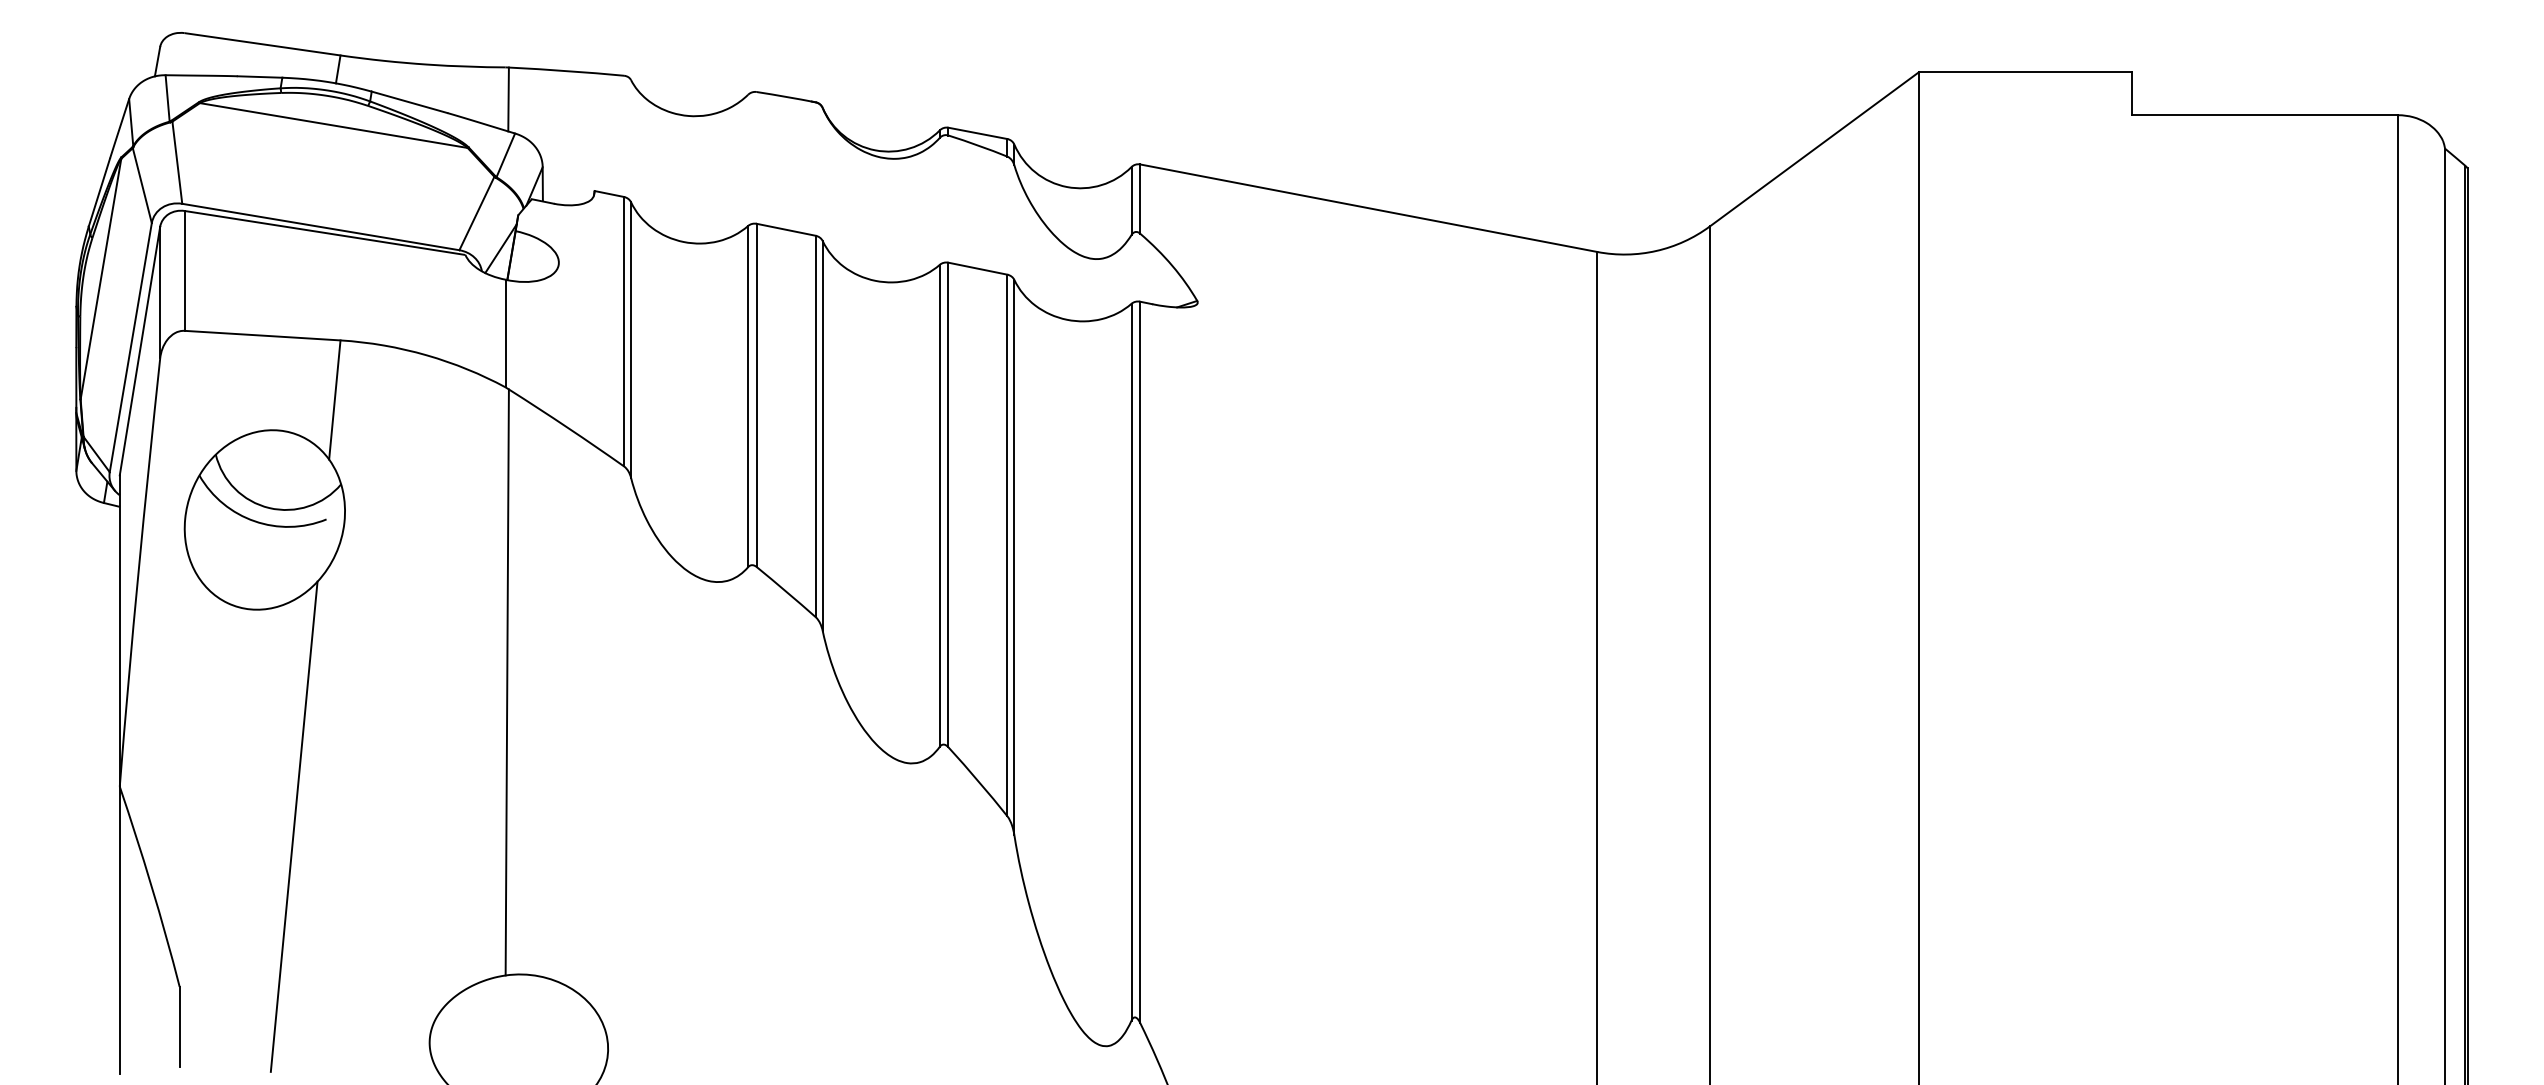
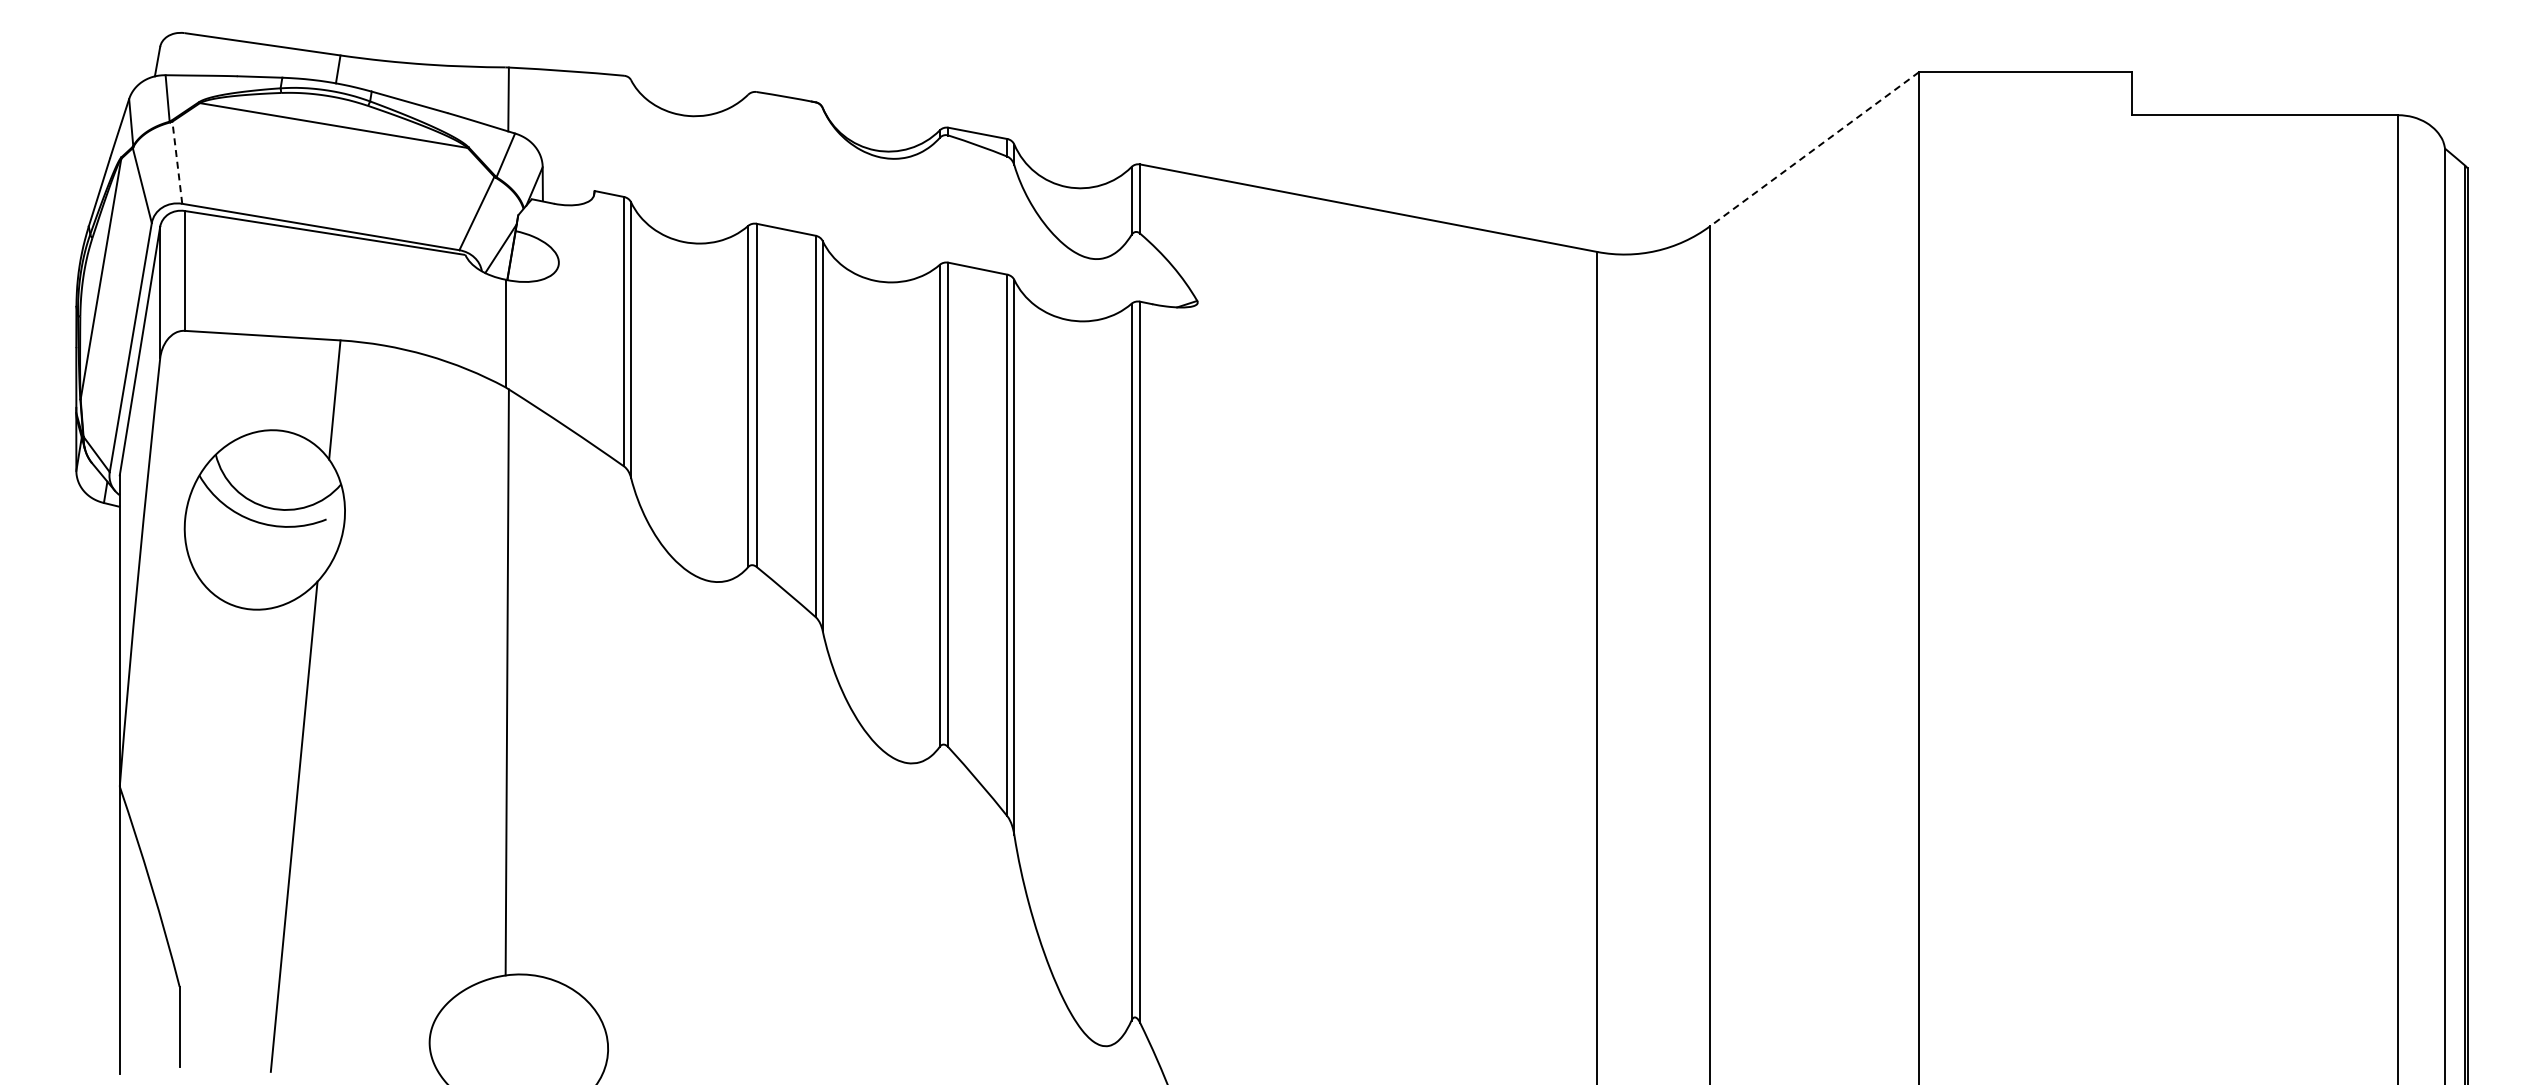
line at (1814, 149): solid -> dashed
line at (177, 162): solid -> dashed
